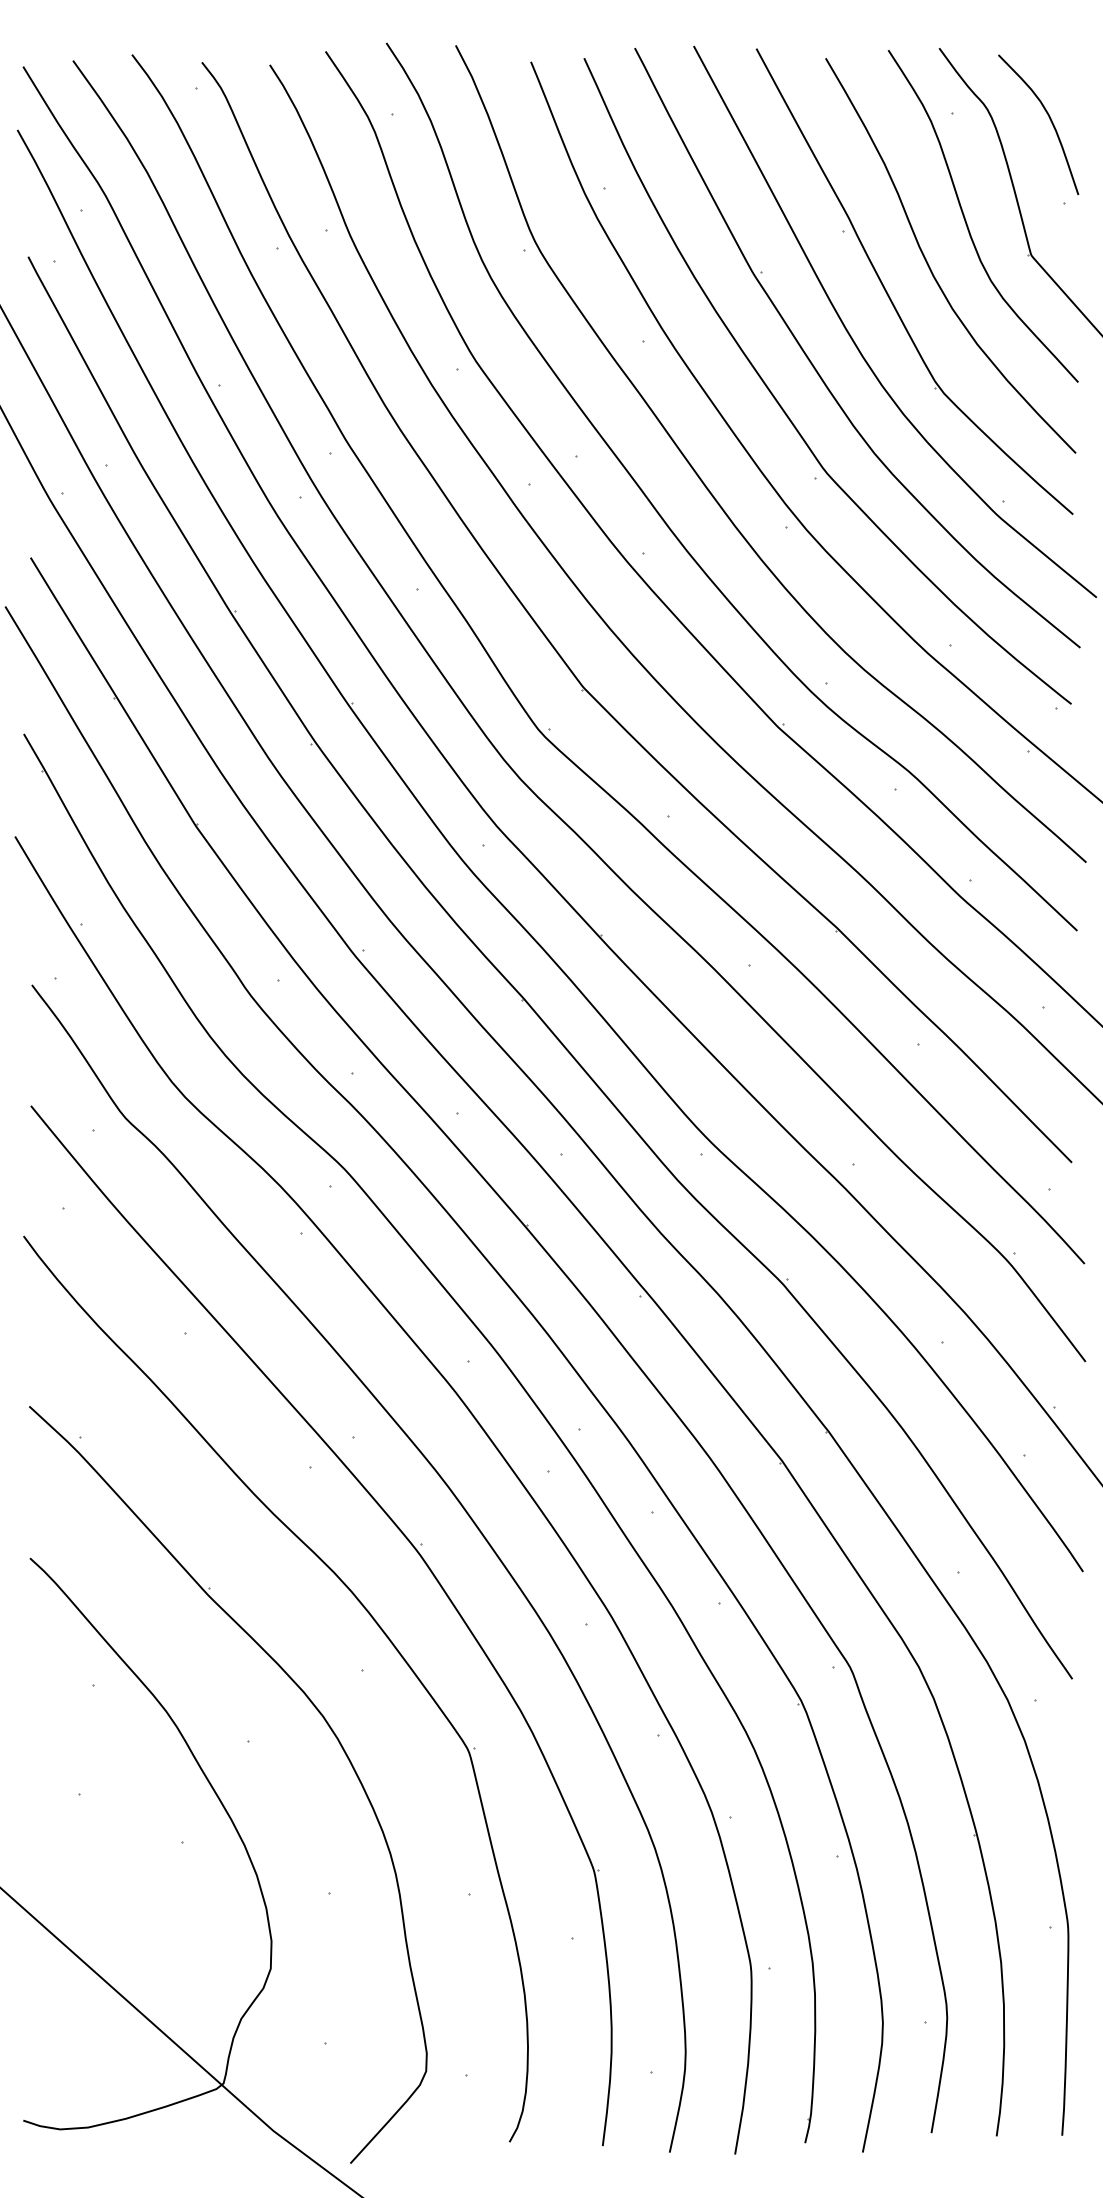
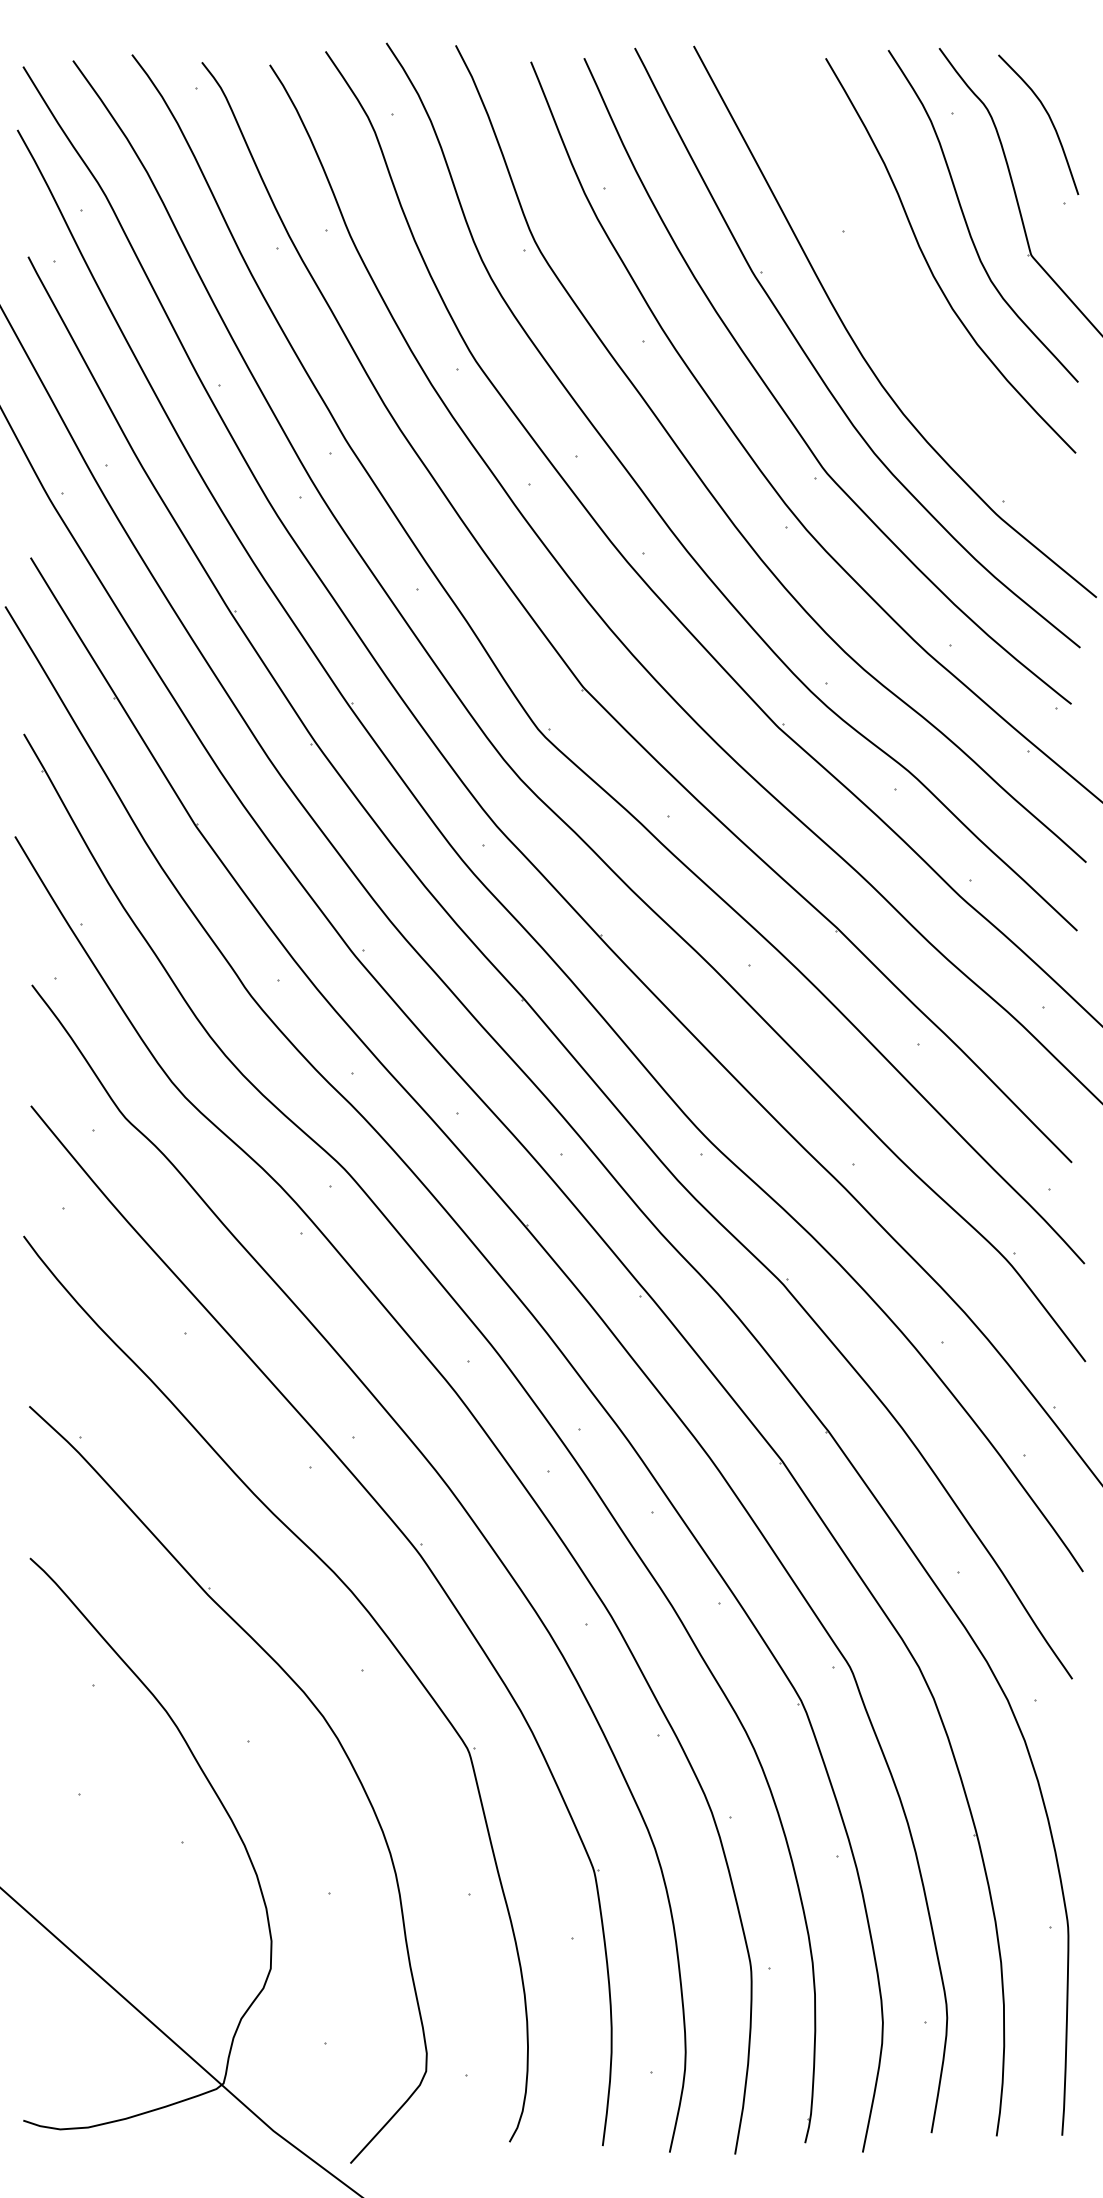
part at (888, 293): present -> none
